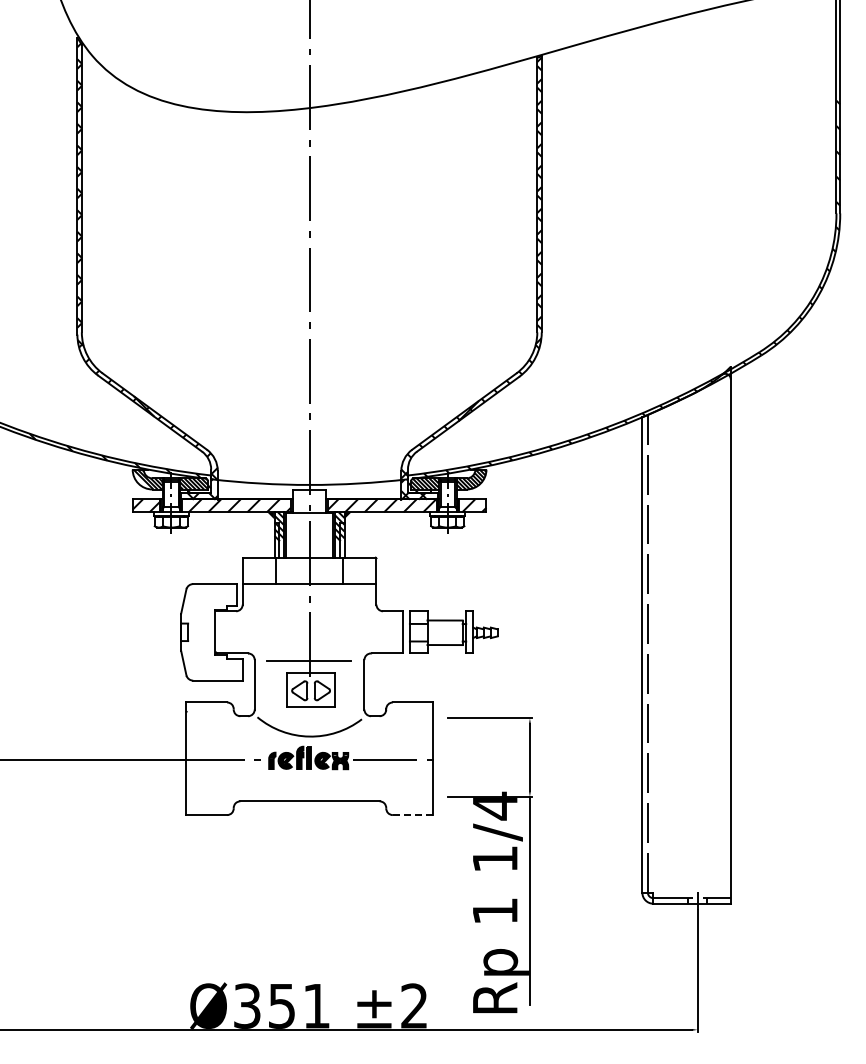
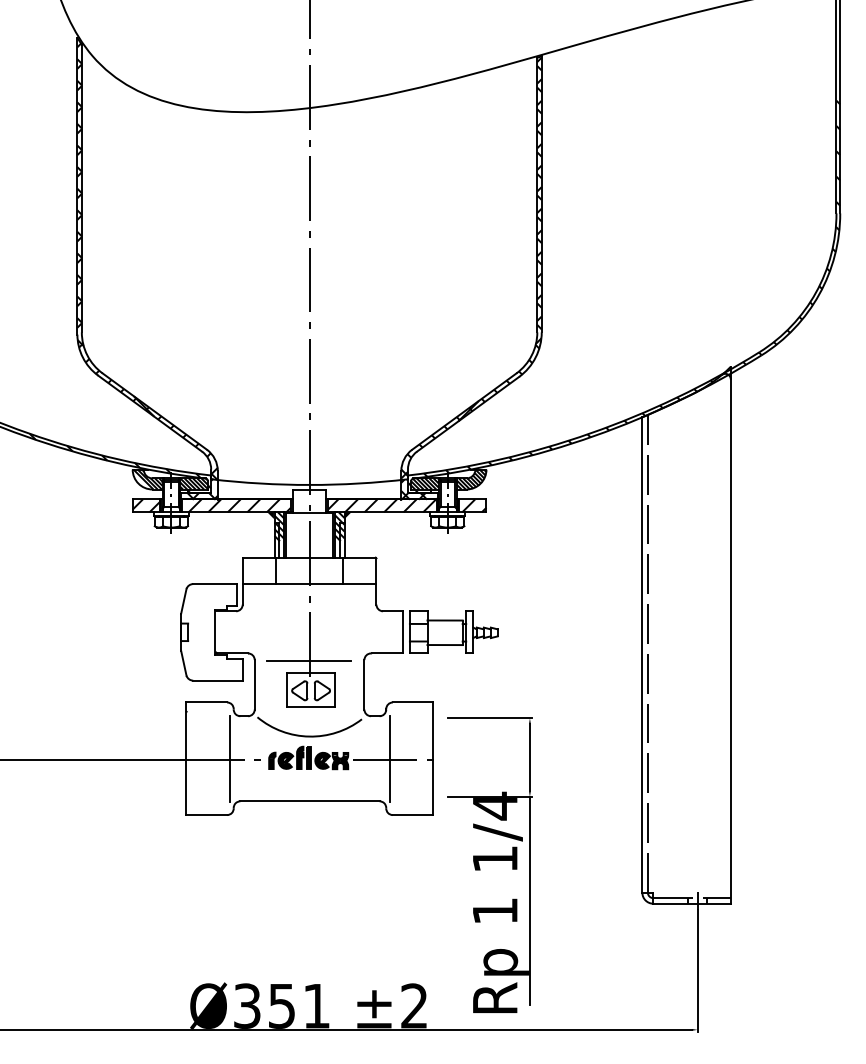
line at (229, 758): none -> present
line at (389, 758): none -> present
line at (412, 815): dashed -> solid
